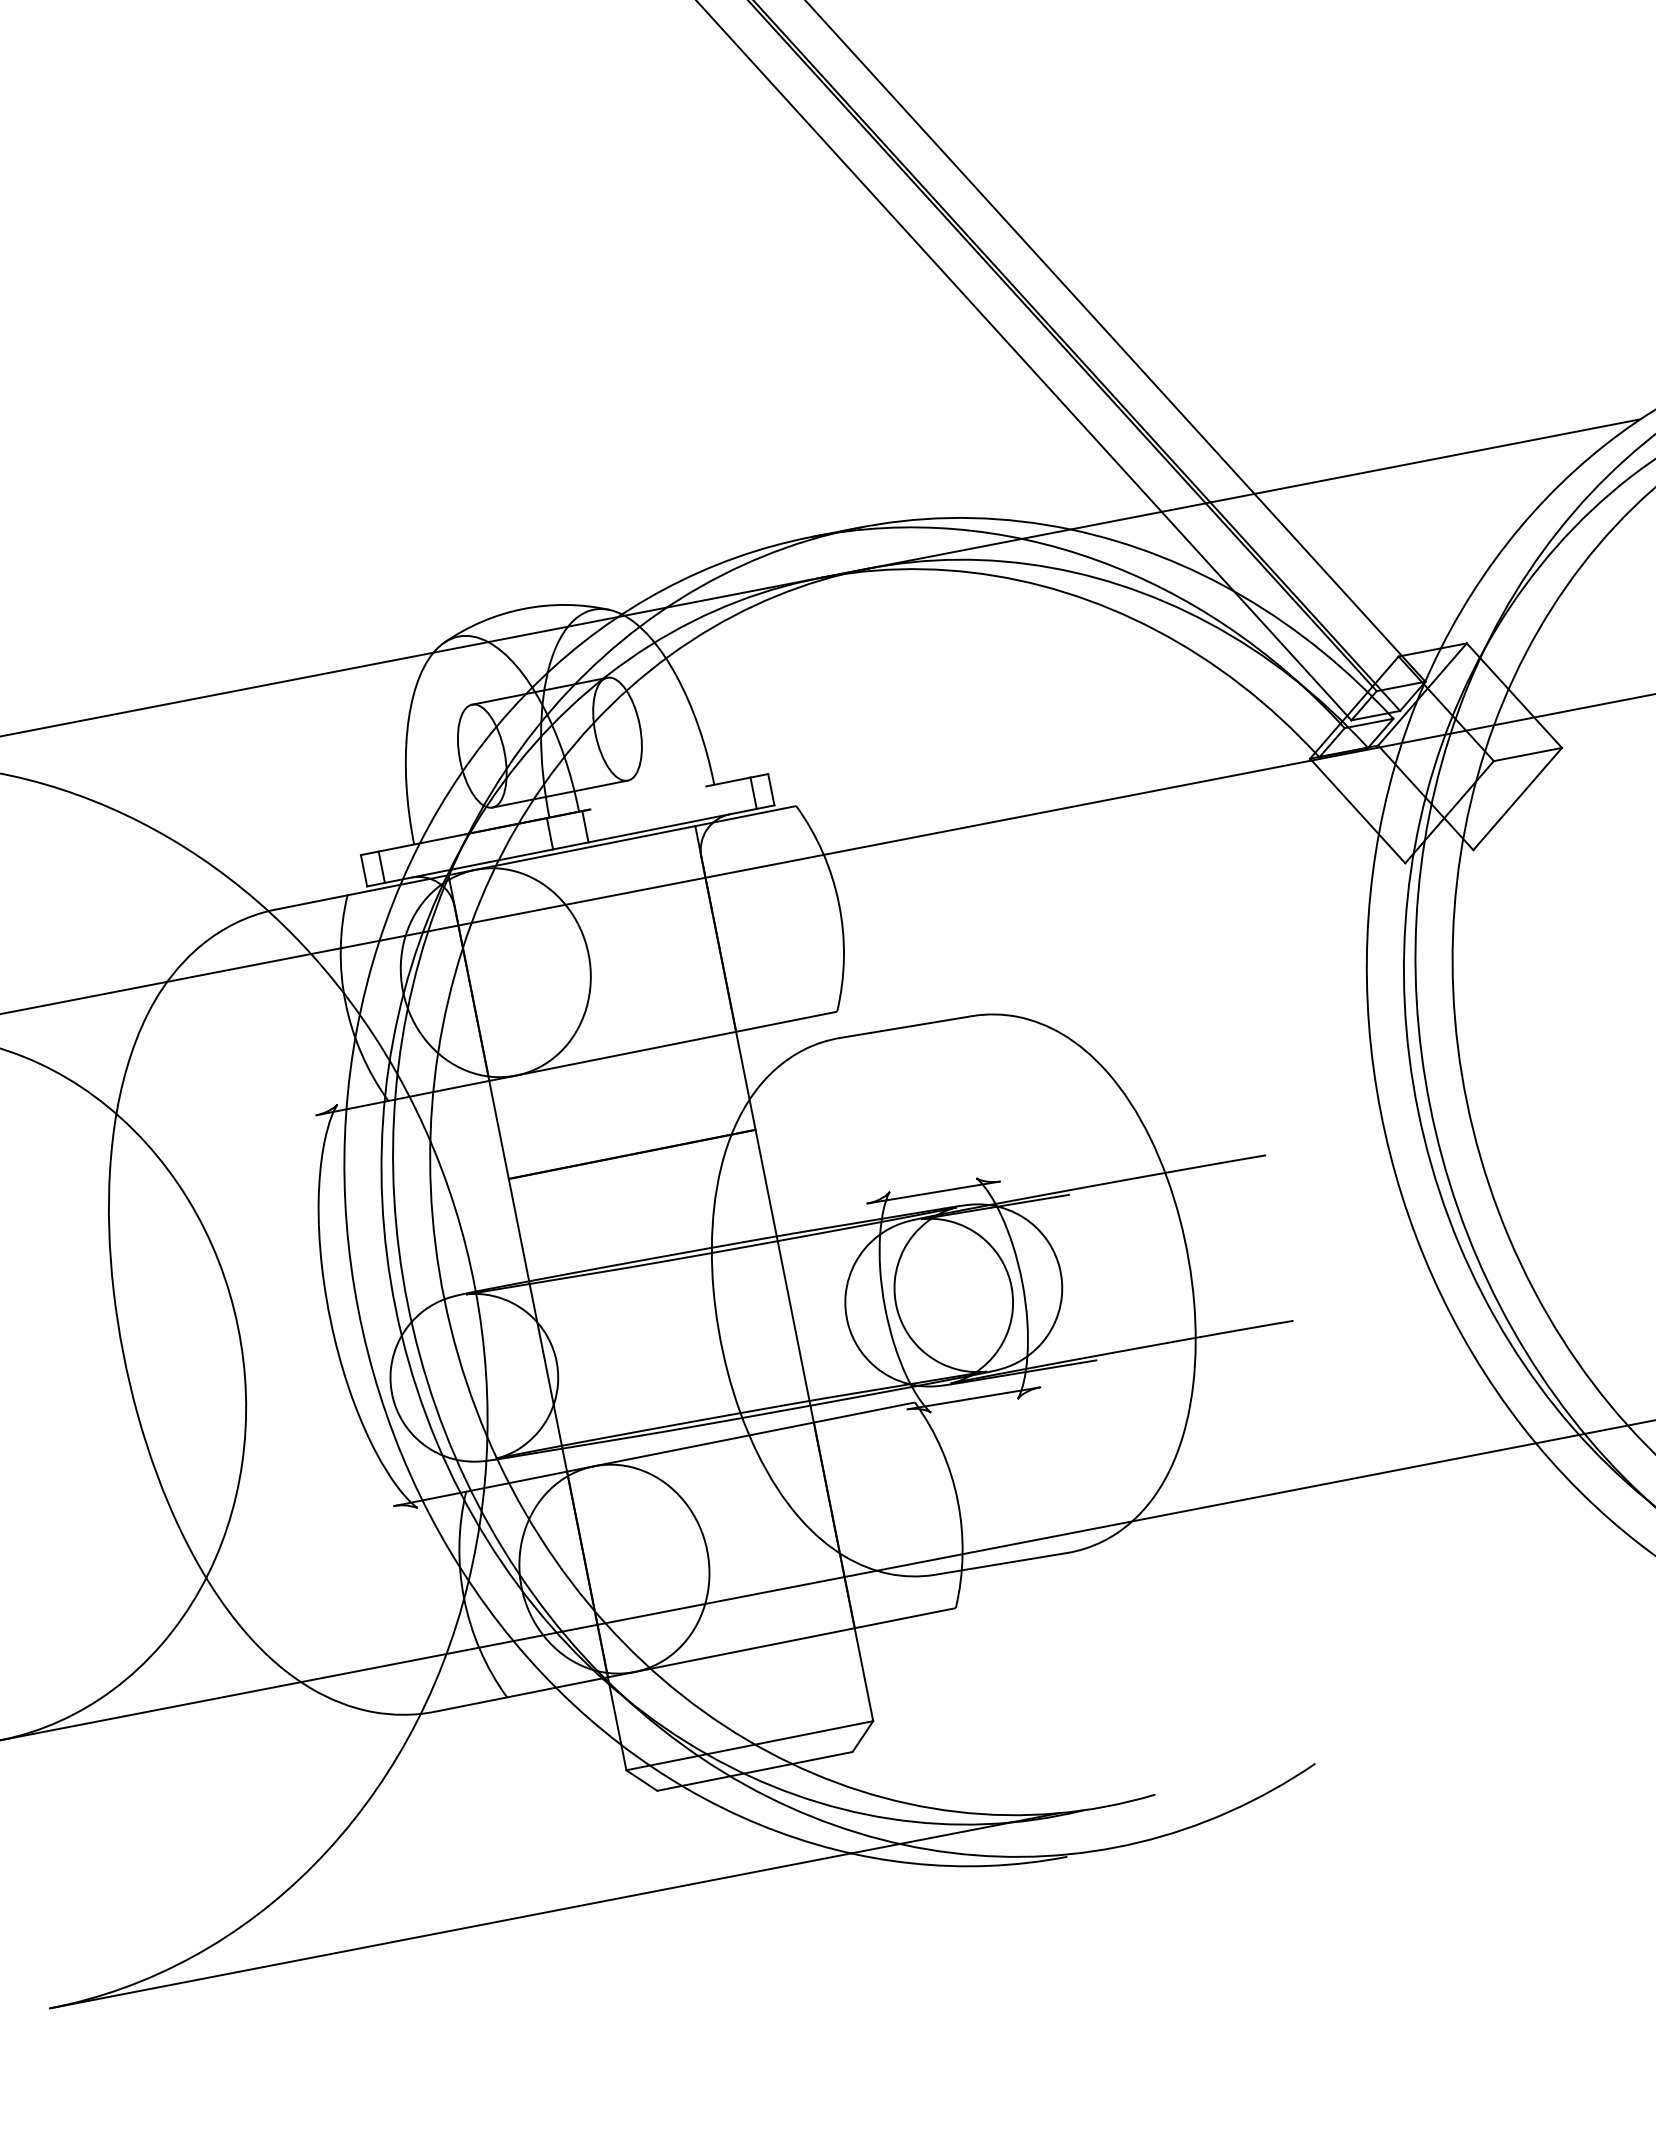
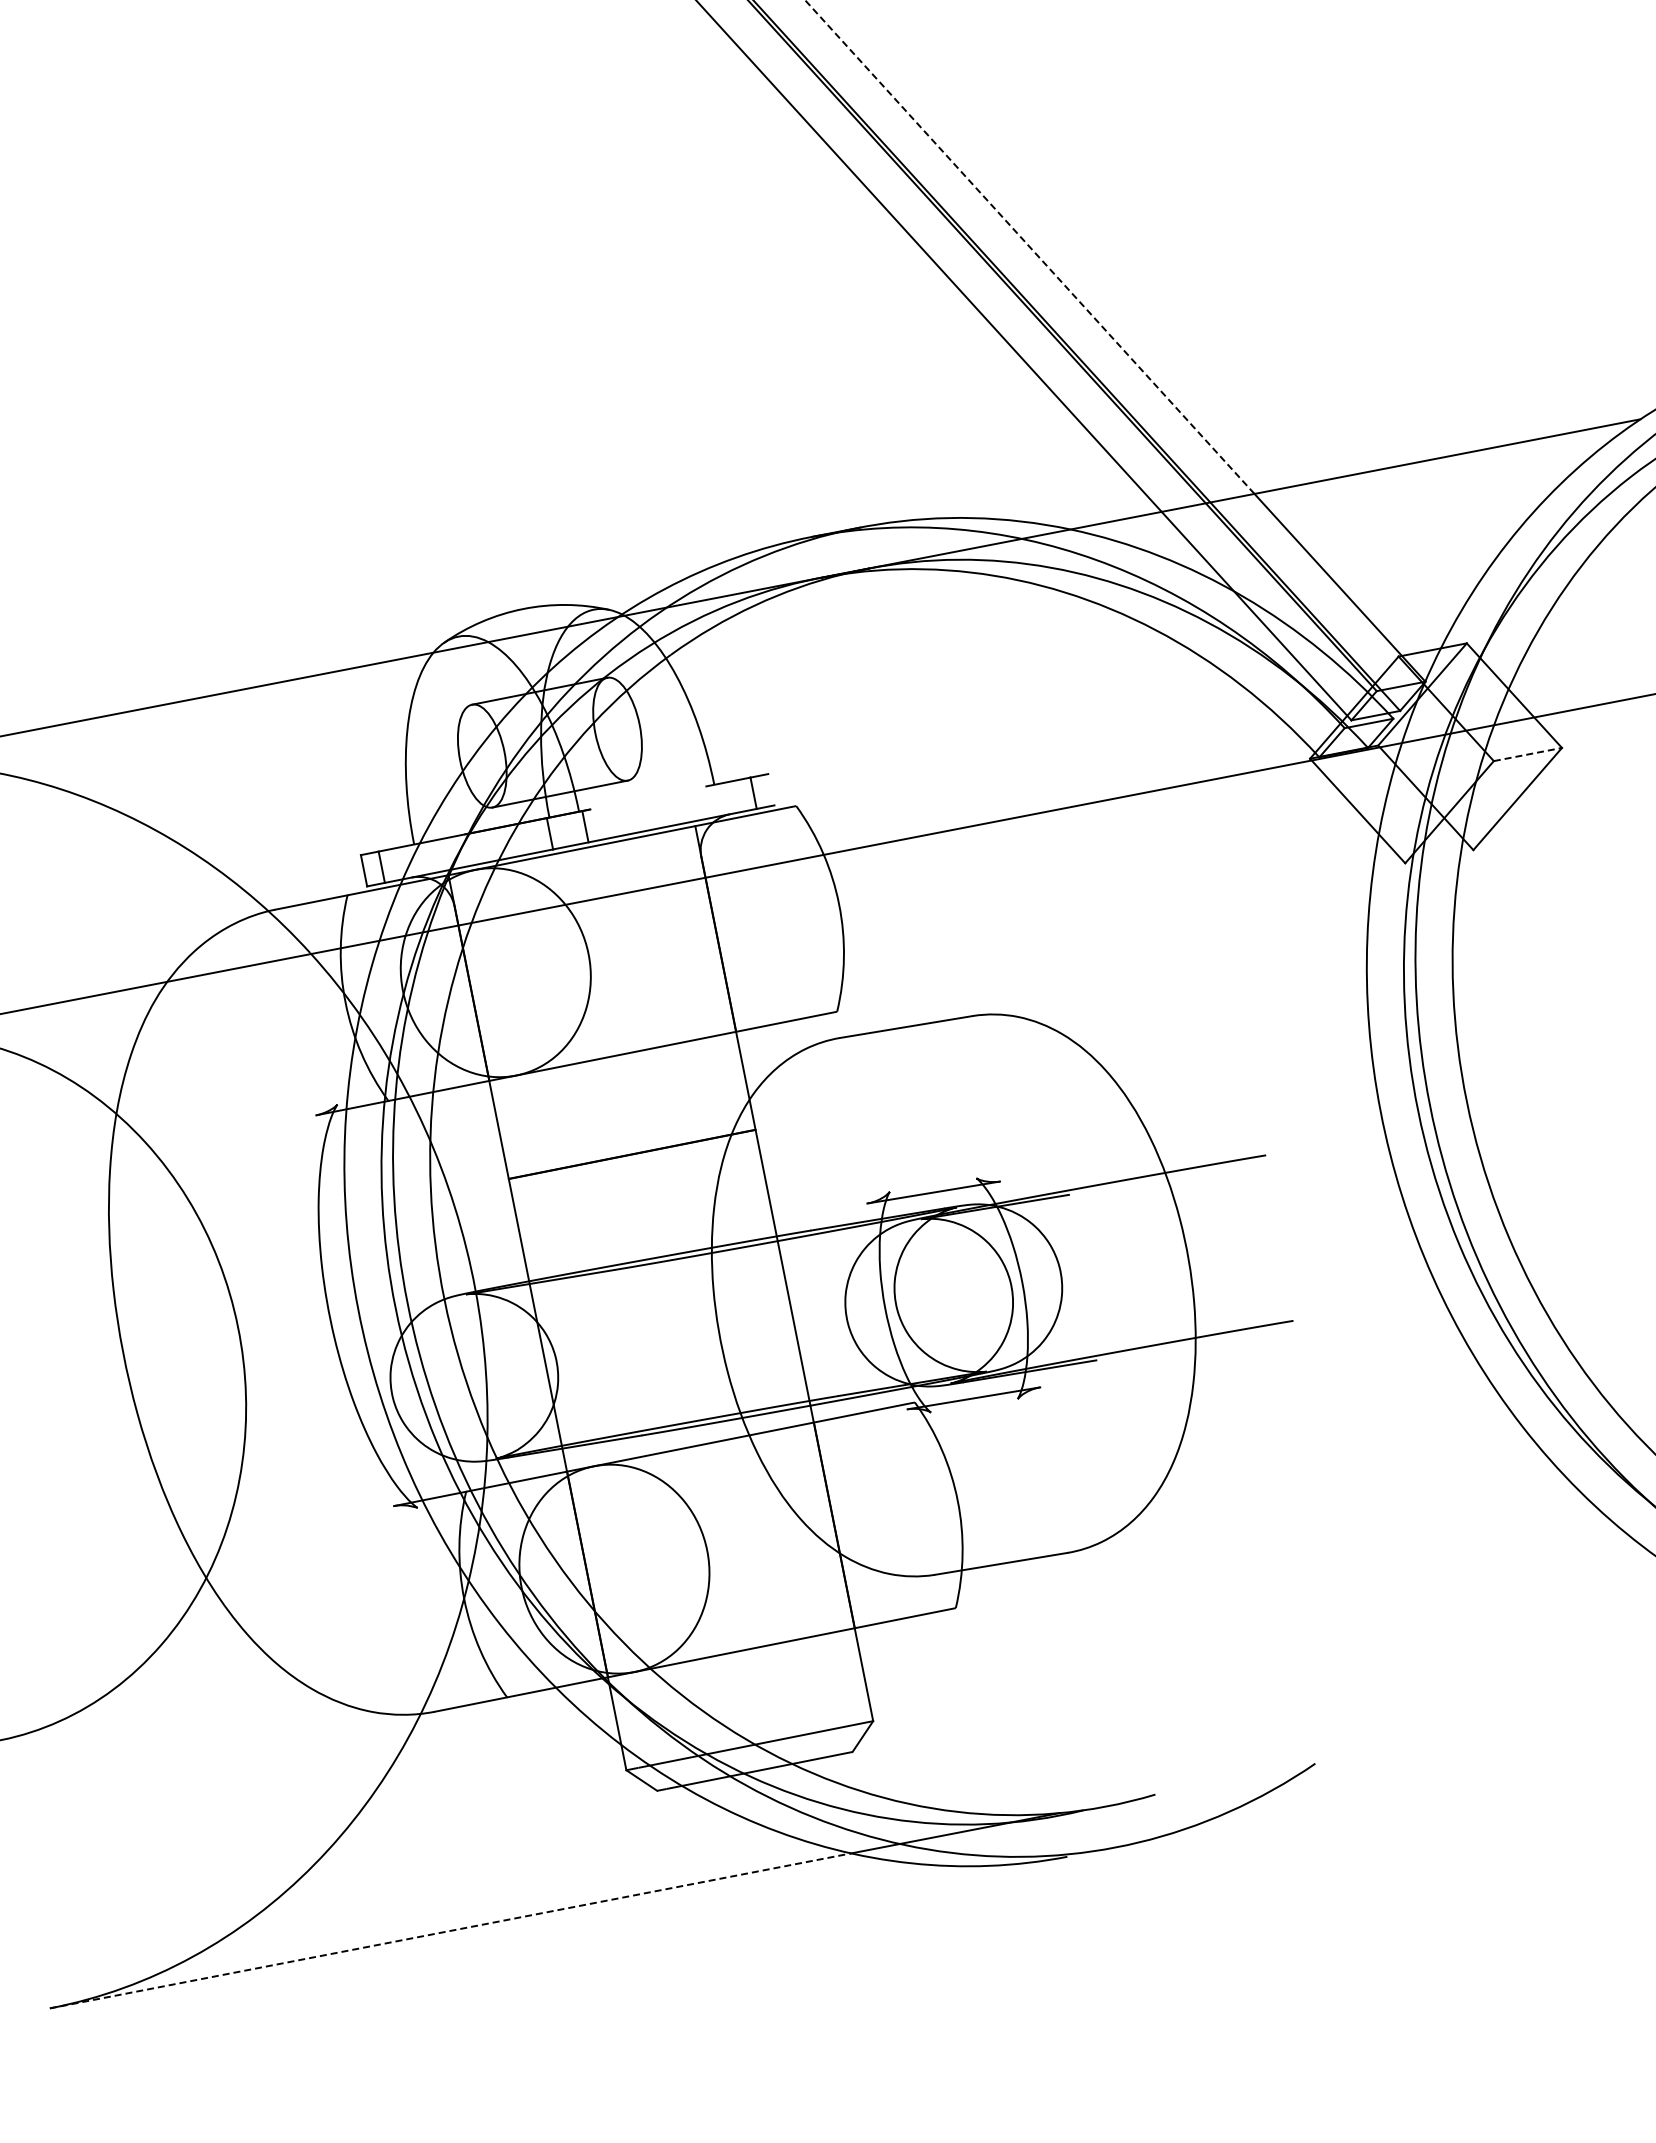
line at (1029, 246): solid -> dashed
line at (1527, 754): solid -> dashed
line at (771, 789): present -> none
line at (827, 1579): present -> none
line at (451, 1930): solid -> dashed
